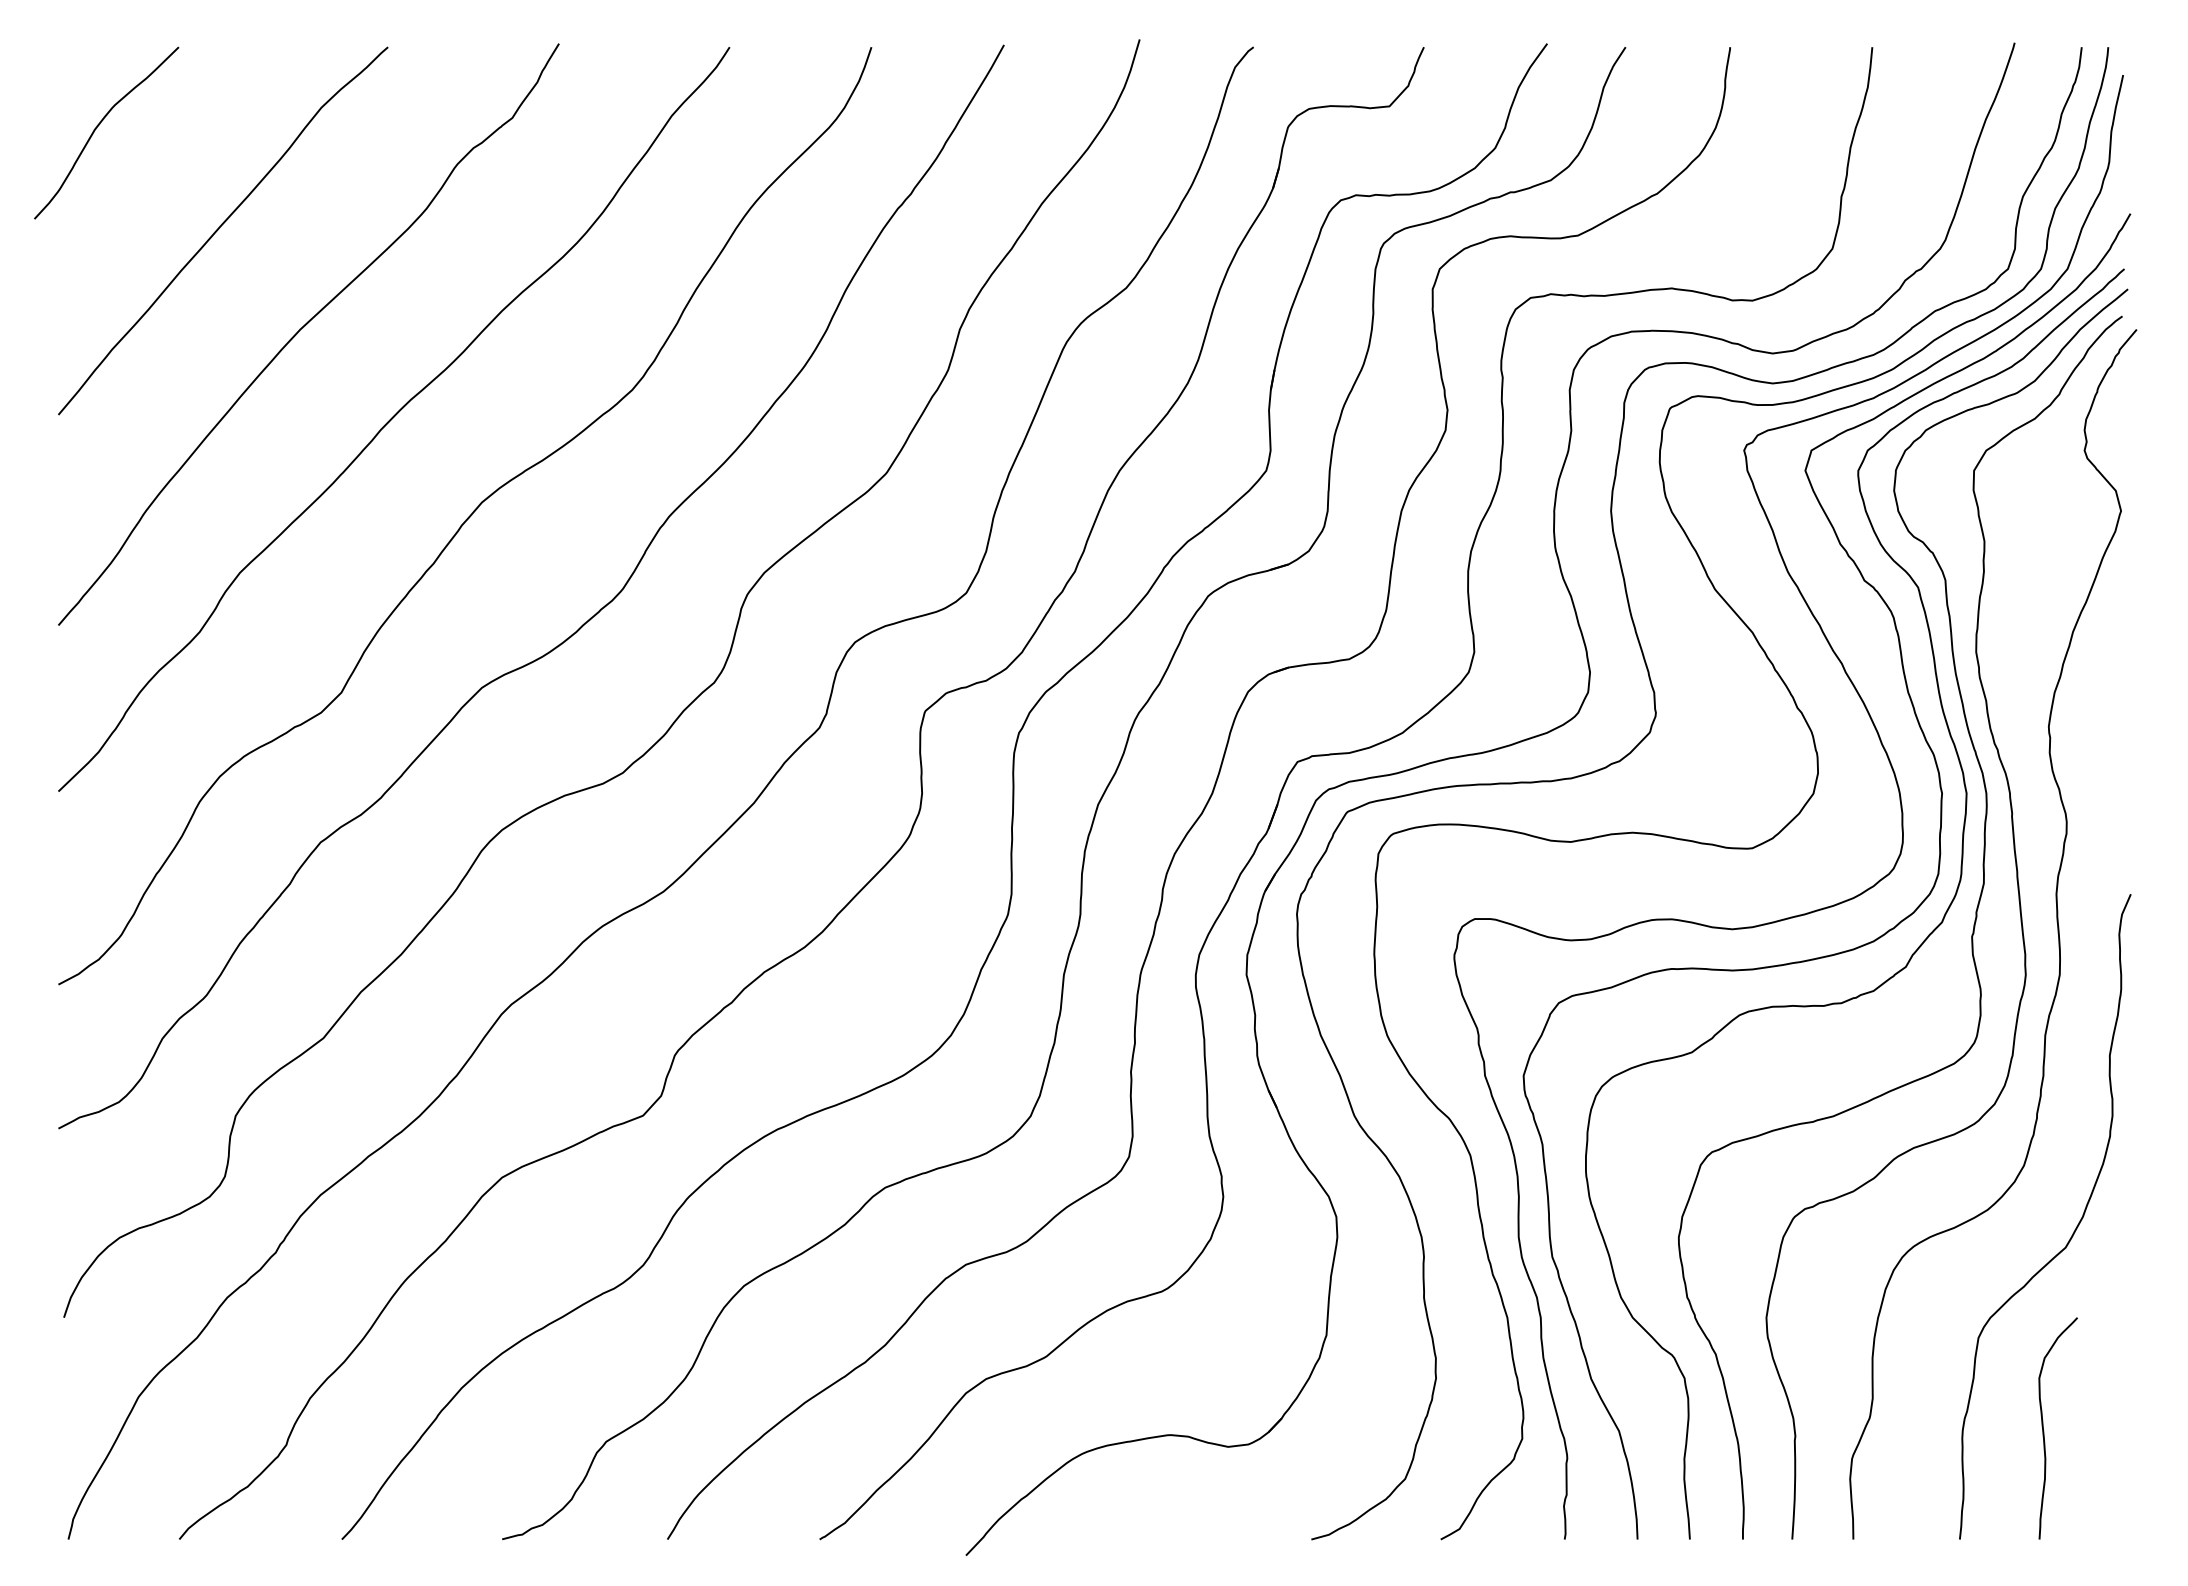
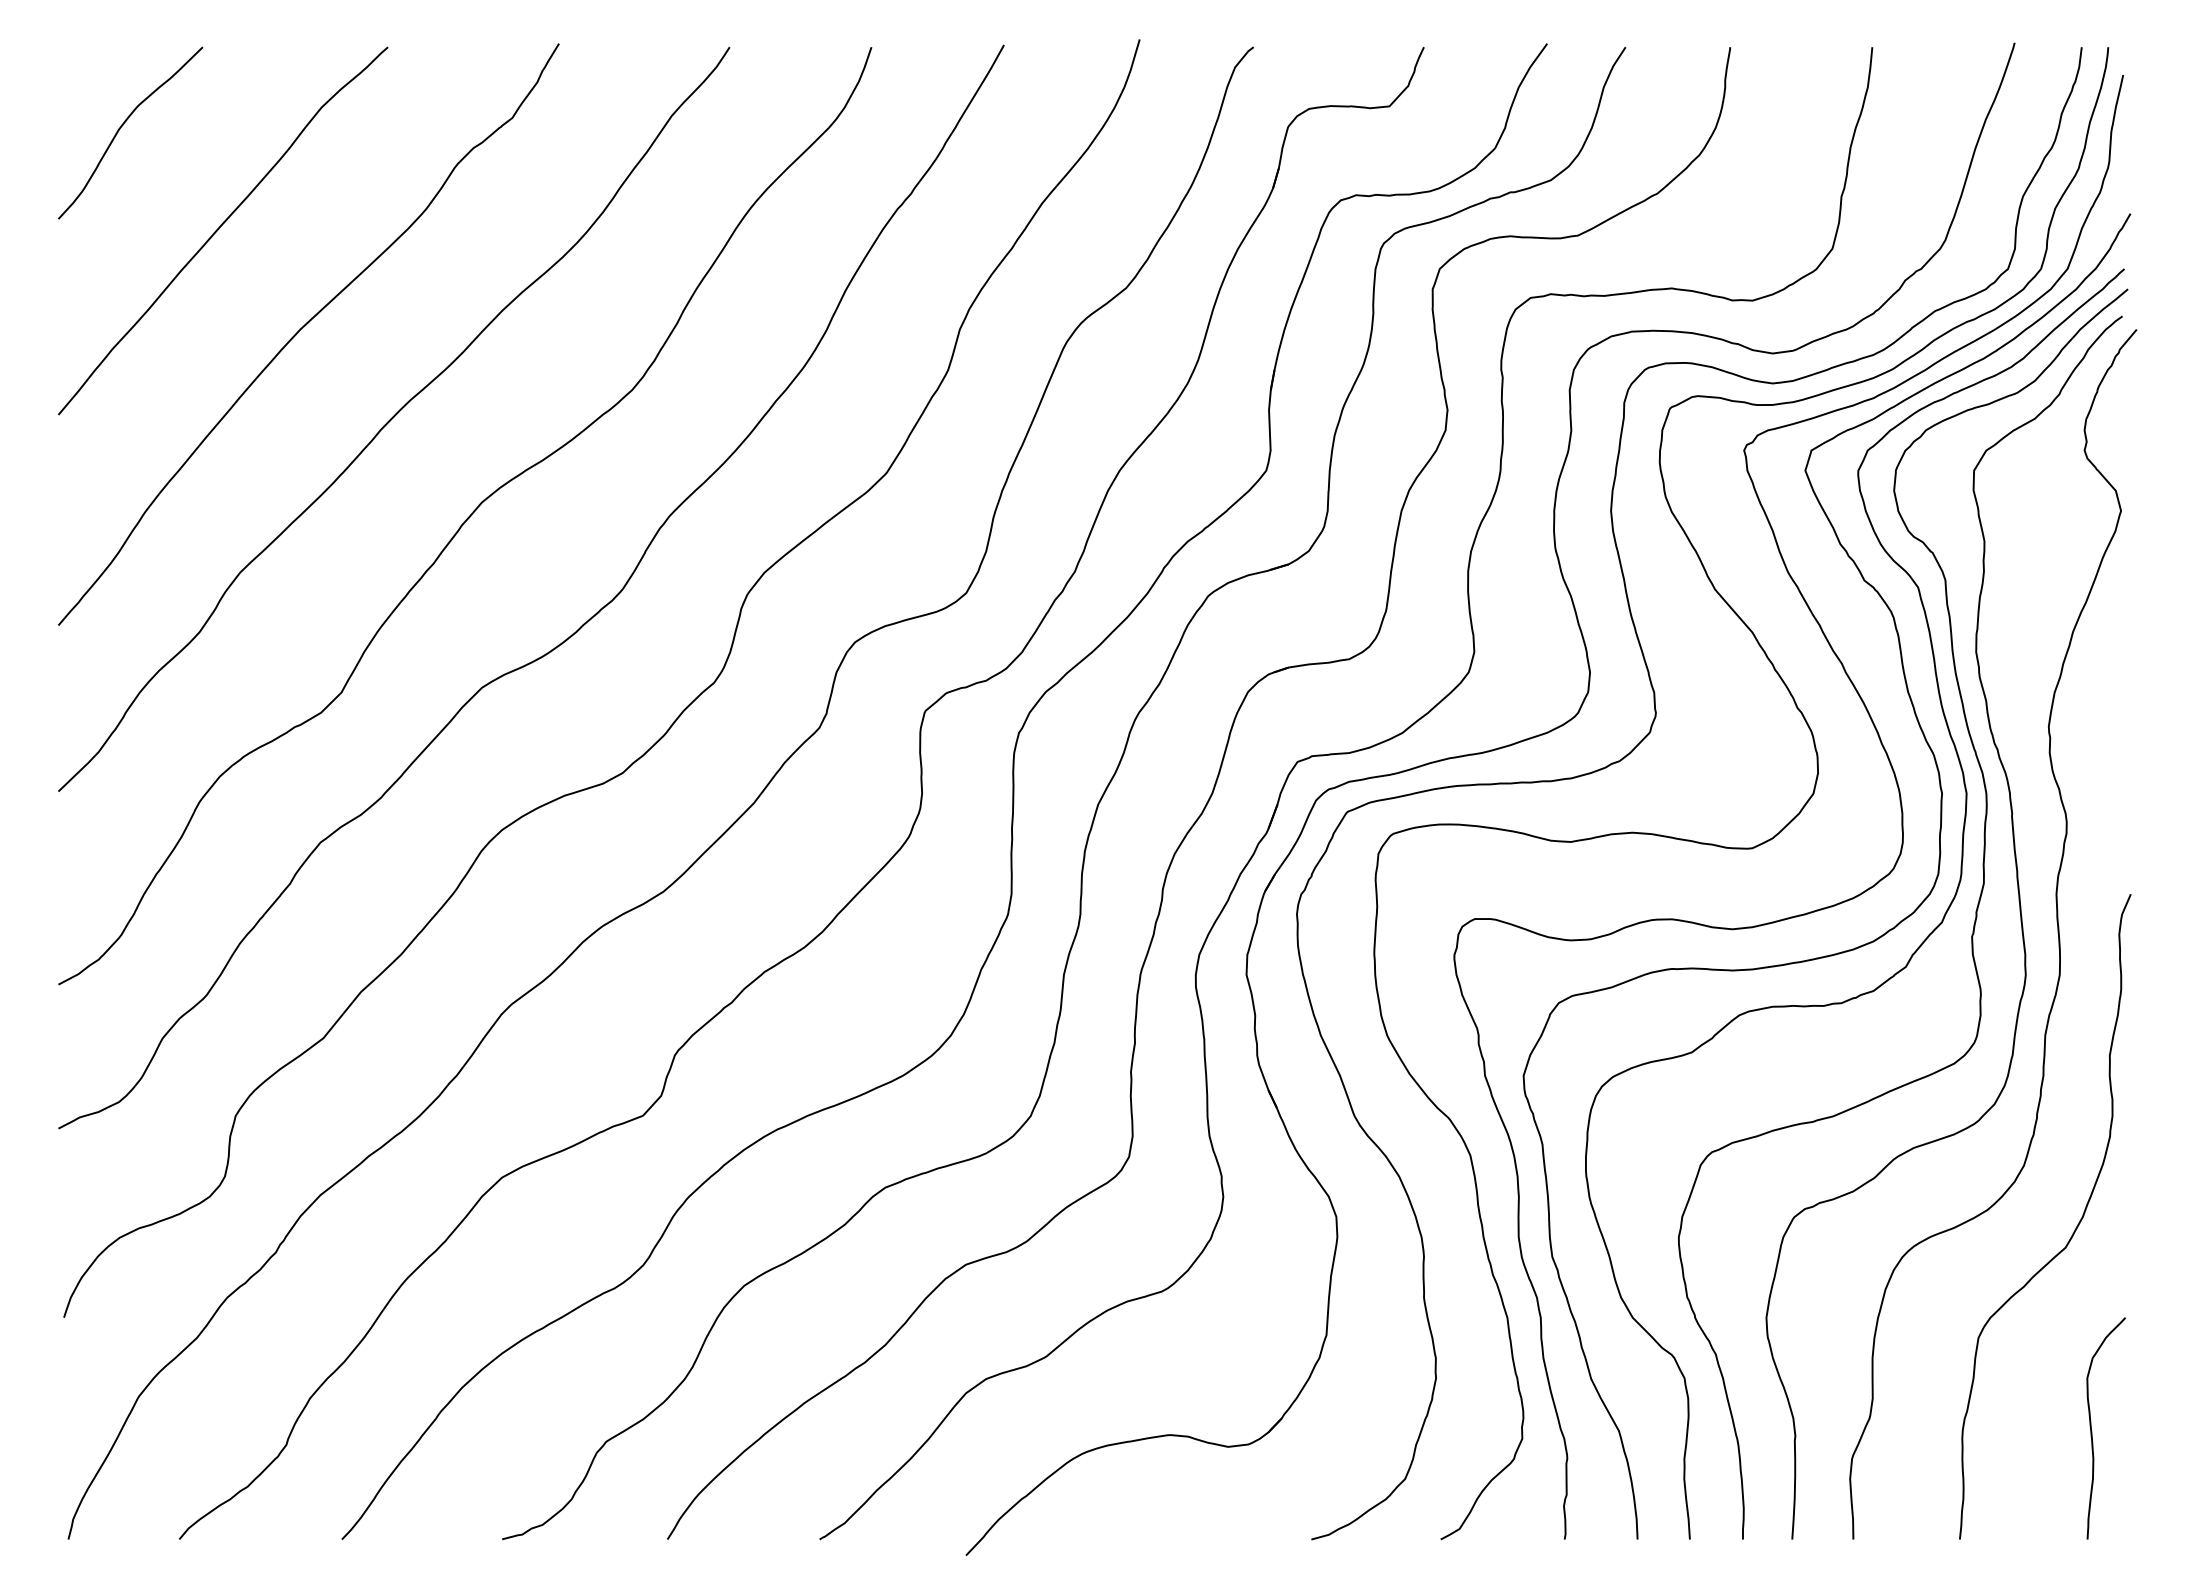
curve at (99, 125) position: (99, 125) -> (123, 125)
curve at (2044, 1430) position: (2044, 1430) -> (2092, 1430)
